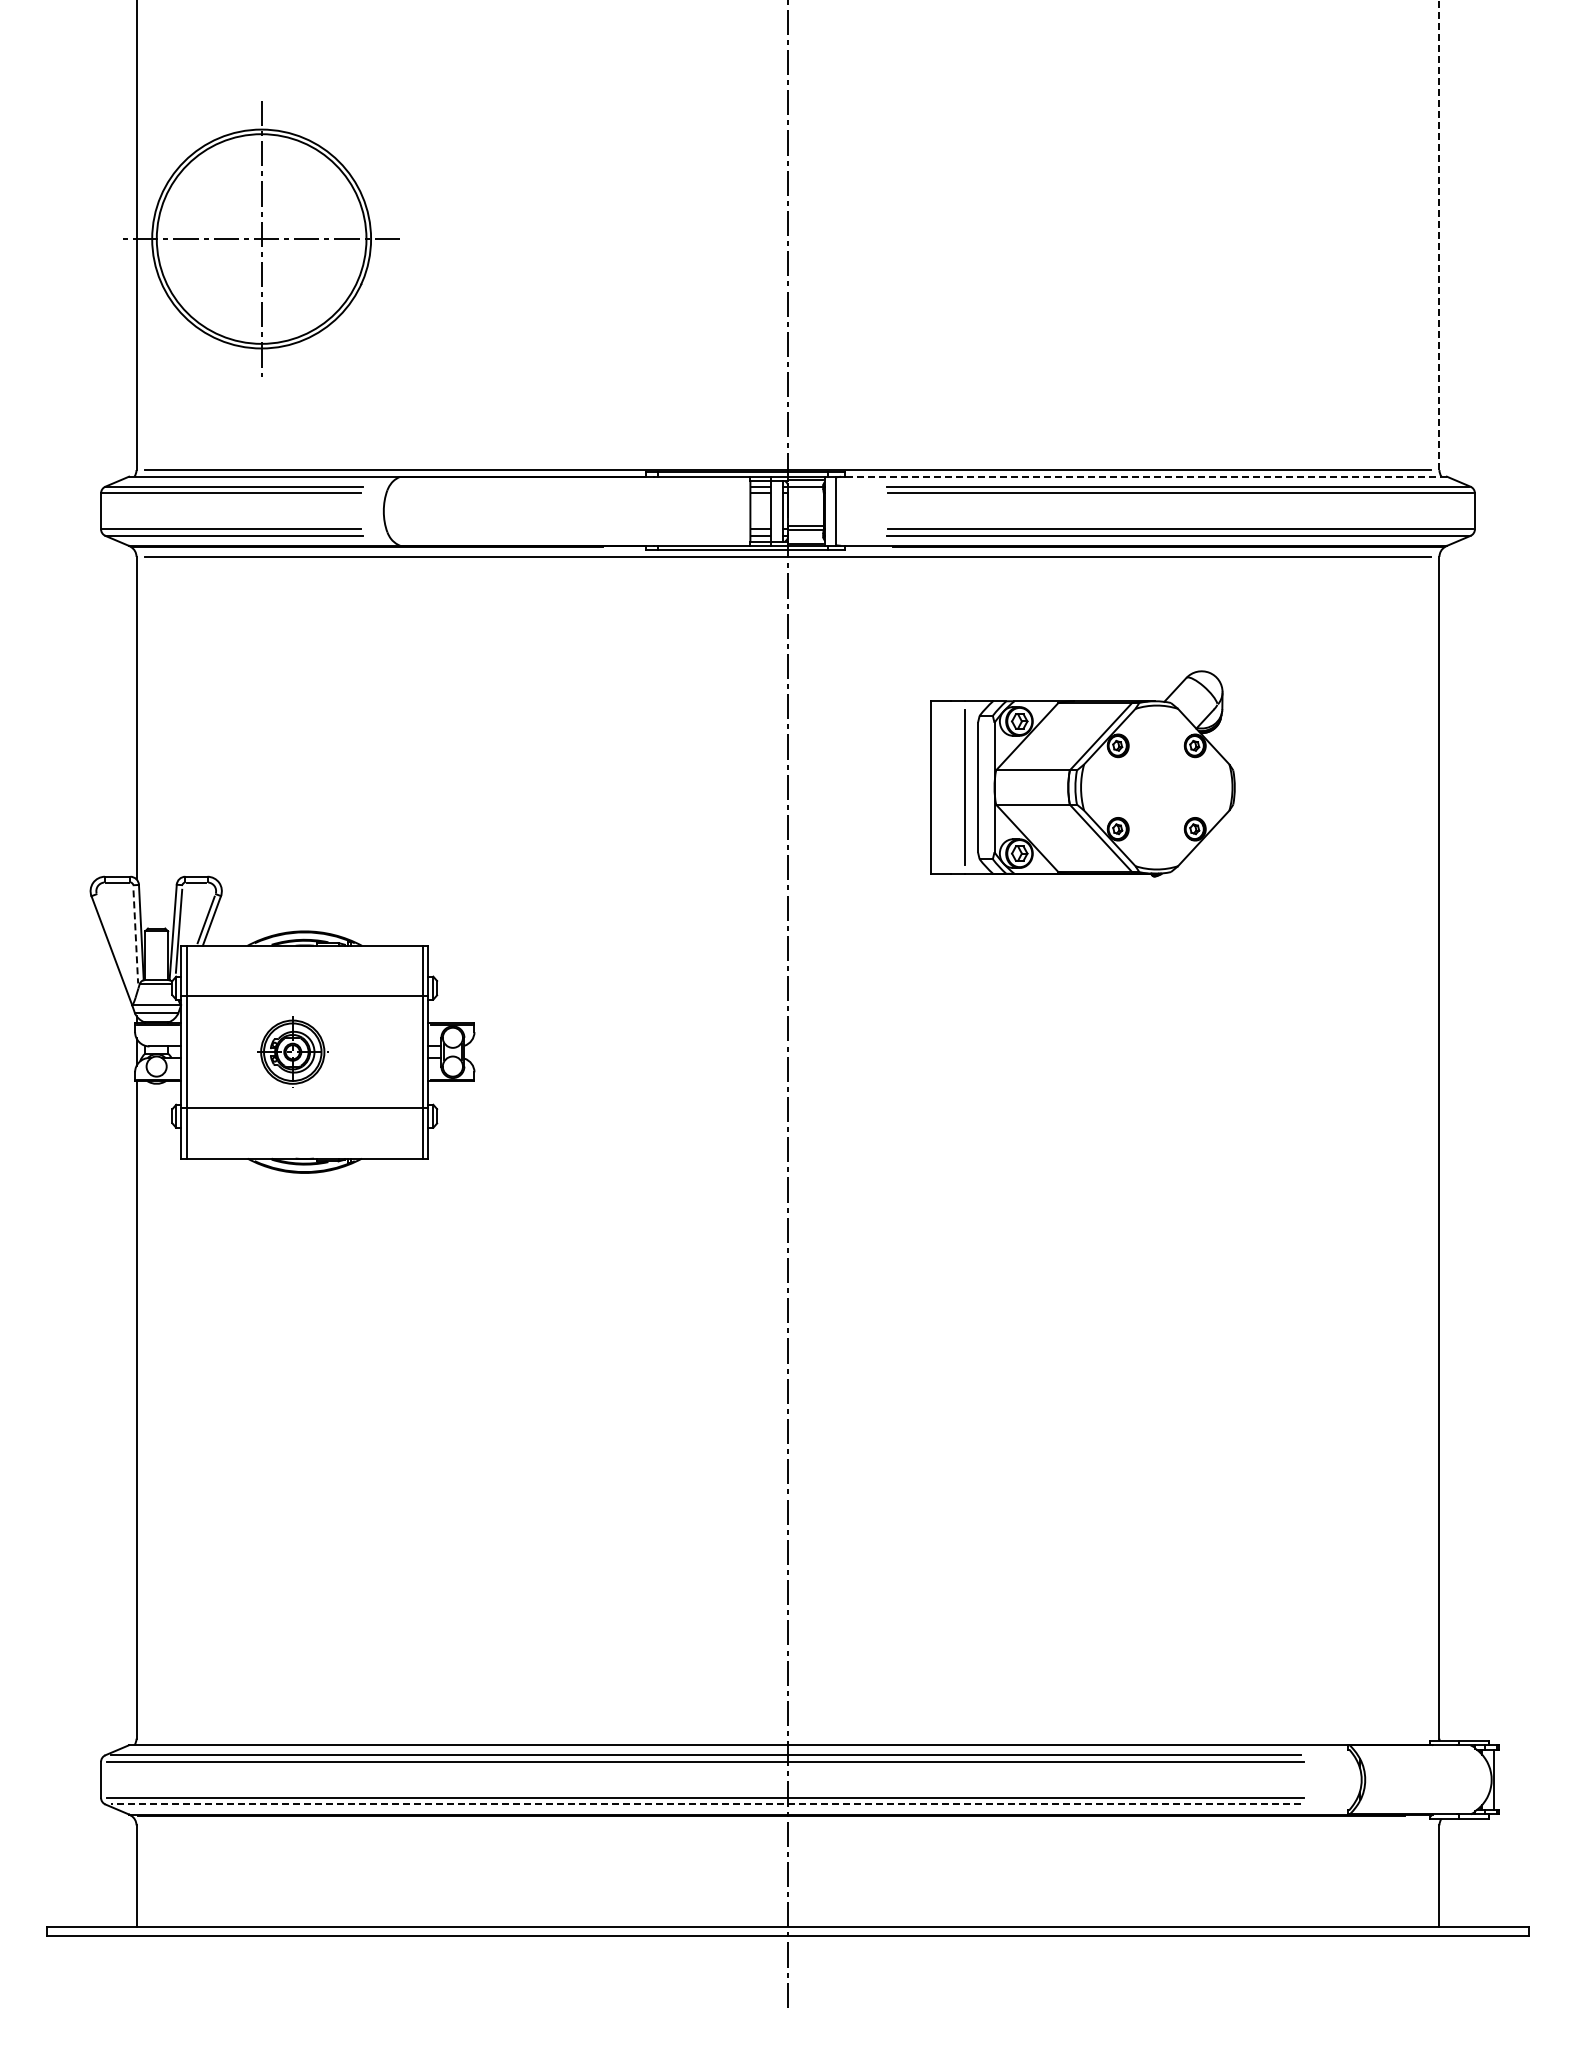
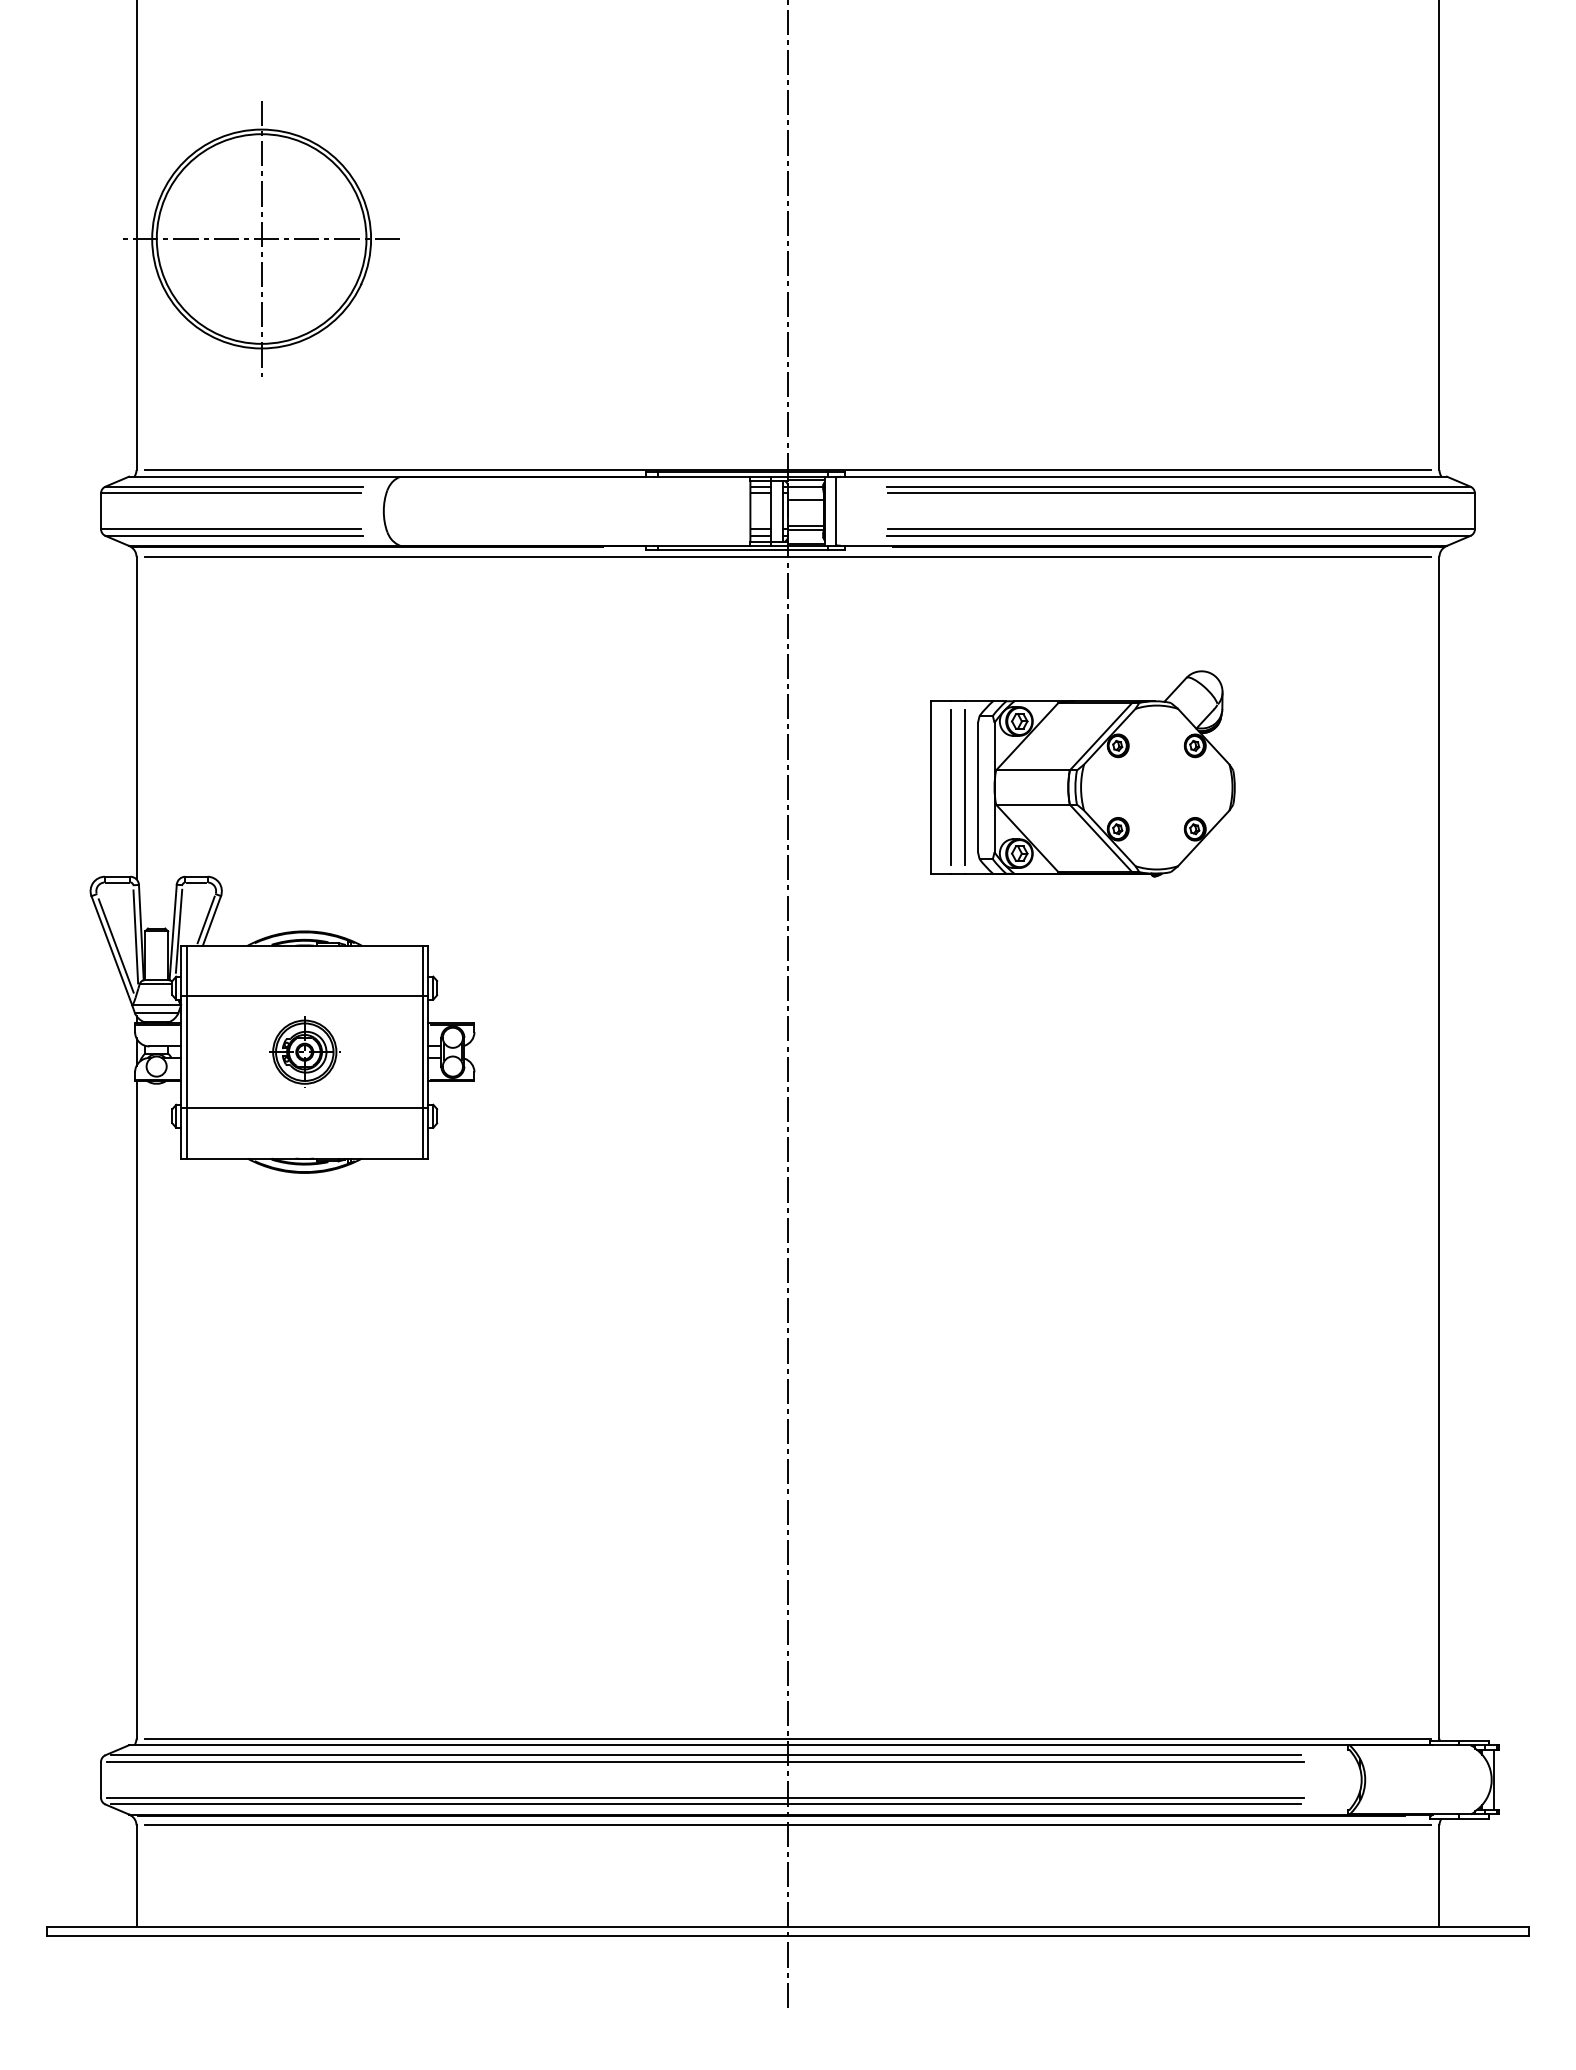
line at (1439, 235): dashed -> solid
line at (1146, 476): dashed -> solid
line at (805, 500): none -> present
line at (951, 787): none -> present
line at (135, 936): dashed -> solid
line at (115, 945): none -> present
part at (292, 1051) position: (292, 1051) -> (304, 1051)
line at (787, 1738): none -> present
line at (705, 1804): dashed -> solid
line at (787, 1825): none -> present
